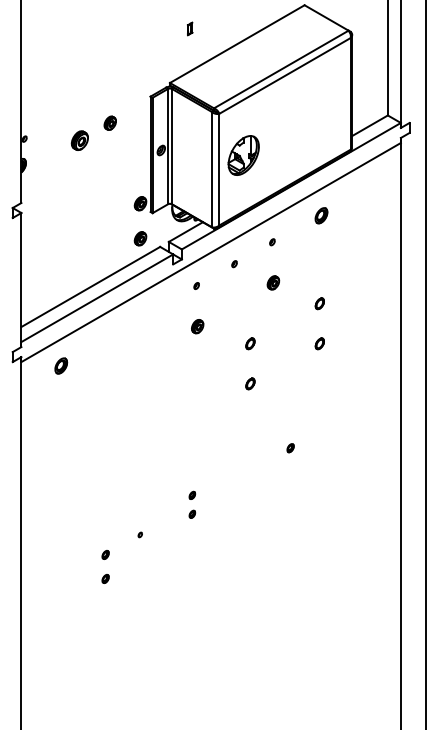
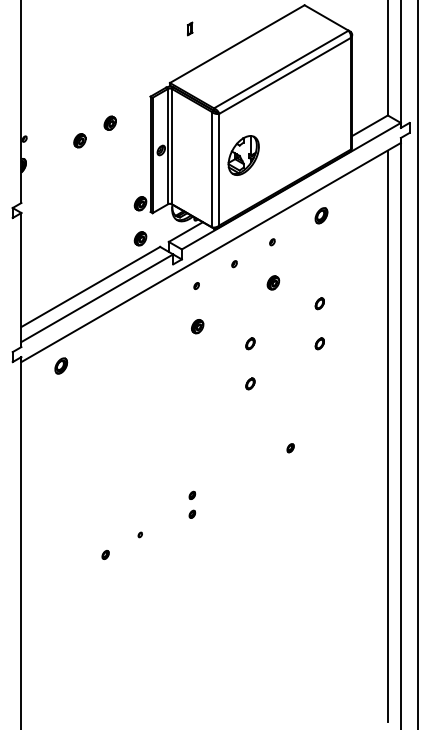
part at (79, 140) size: 19x21 px -> 14x16 px
line at (426, 364) position: (426, 364) -> (418, 364)
line at (387, 436): none -> present
part at (105, 578): present -> none
